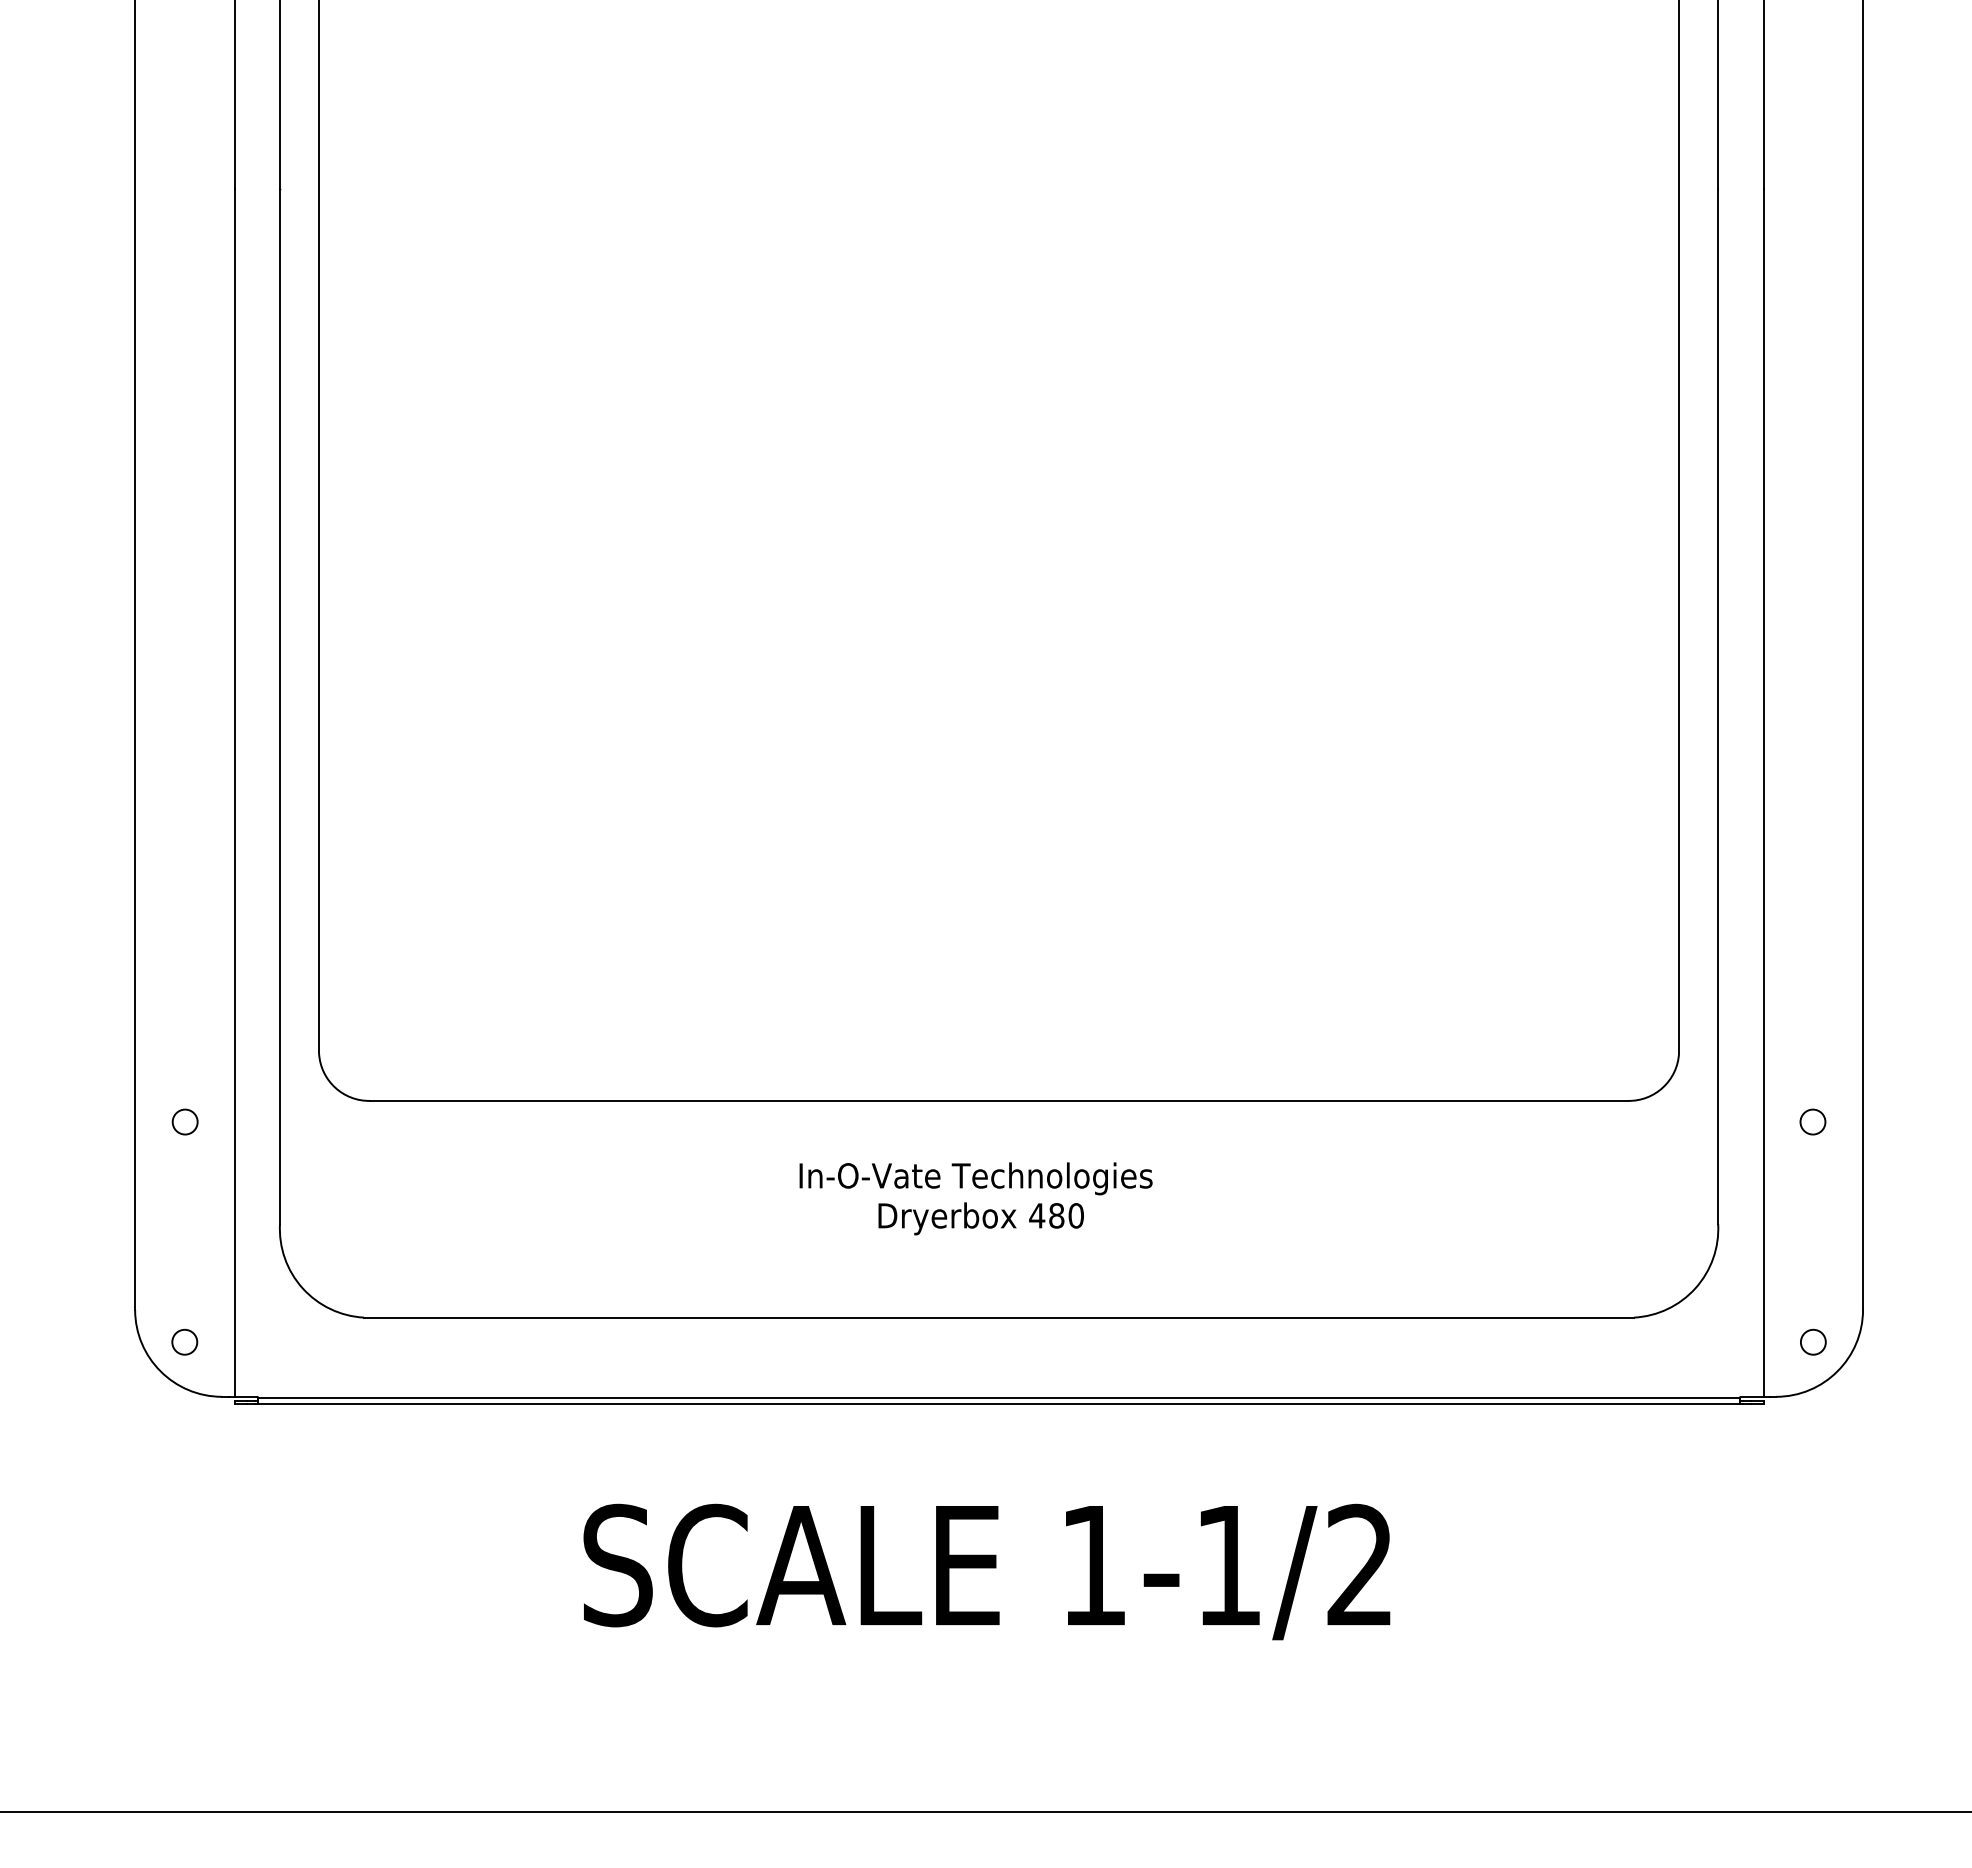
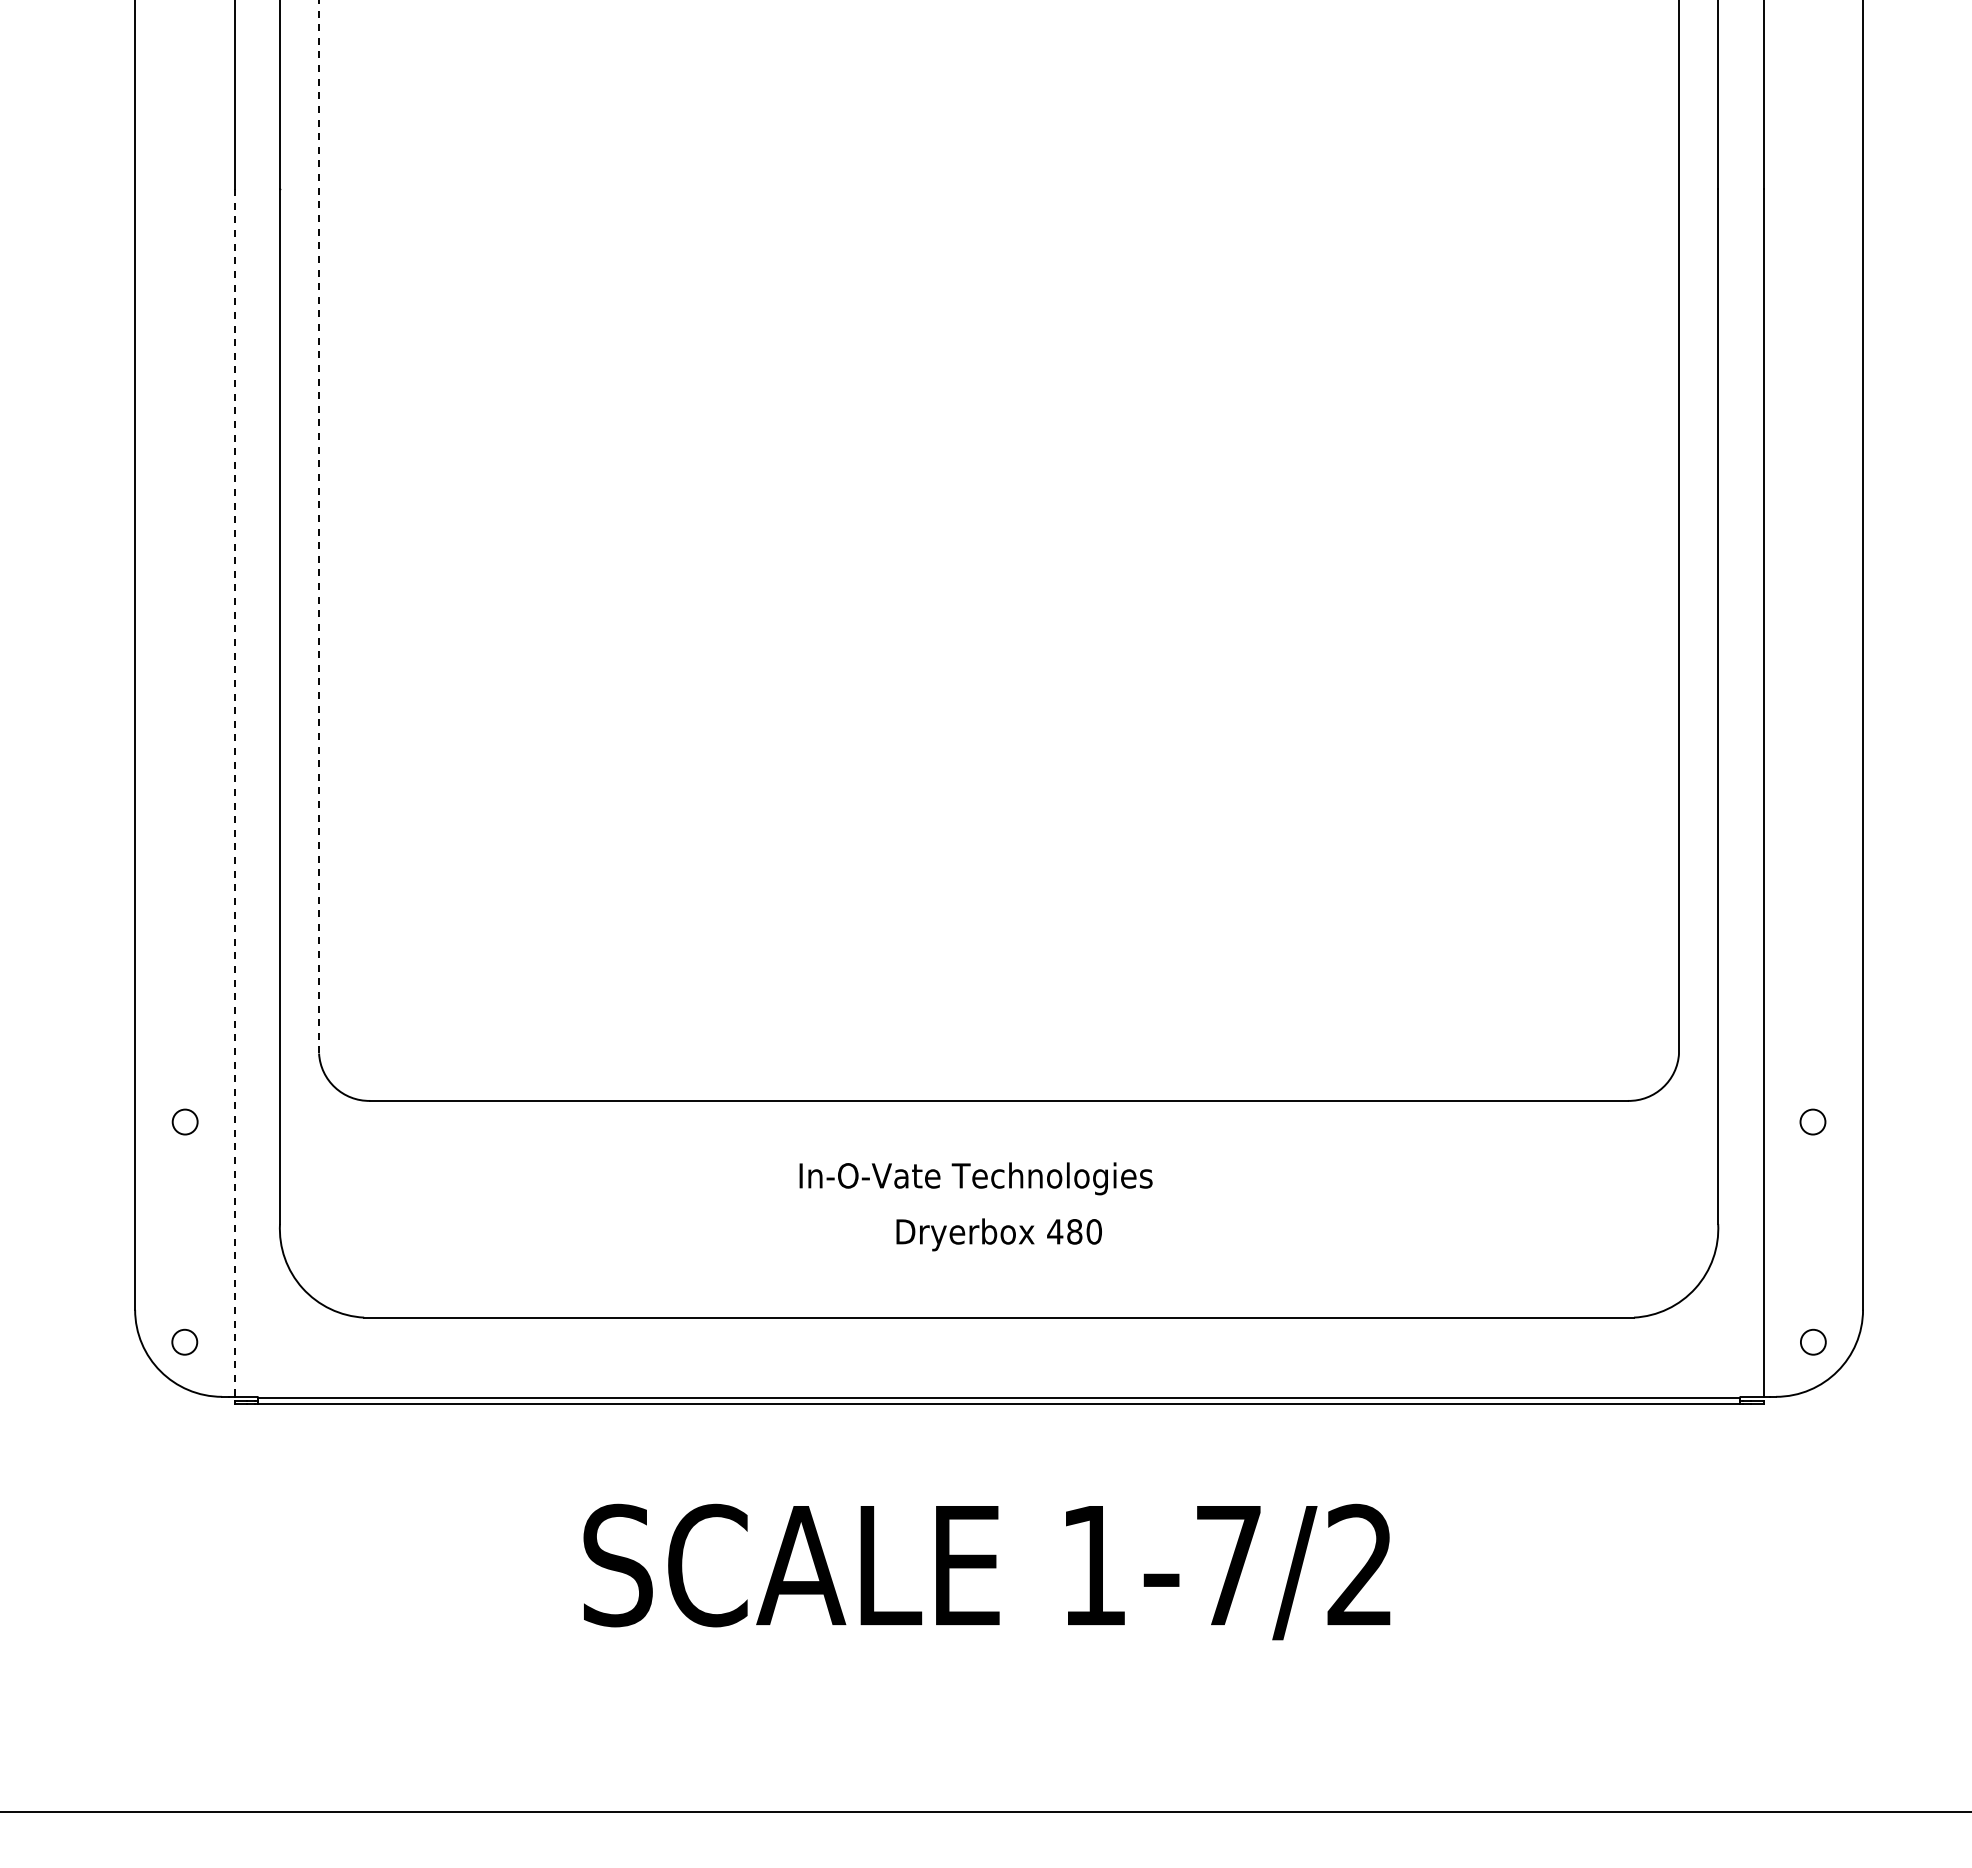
line at (319, 526): solid -> dashed
line at (234, 793): solid -> dashed
text at (980, 1218) position: (980, 1218) -> (998, 1234)
text at (1228, 1565): 1-1/2 -> 1-7/2
